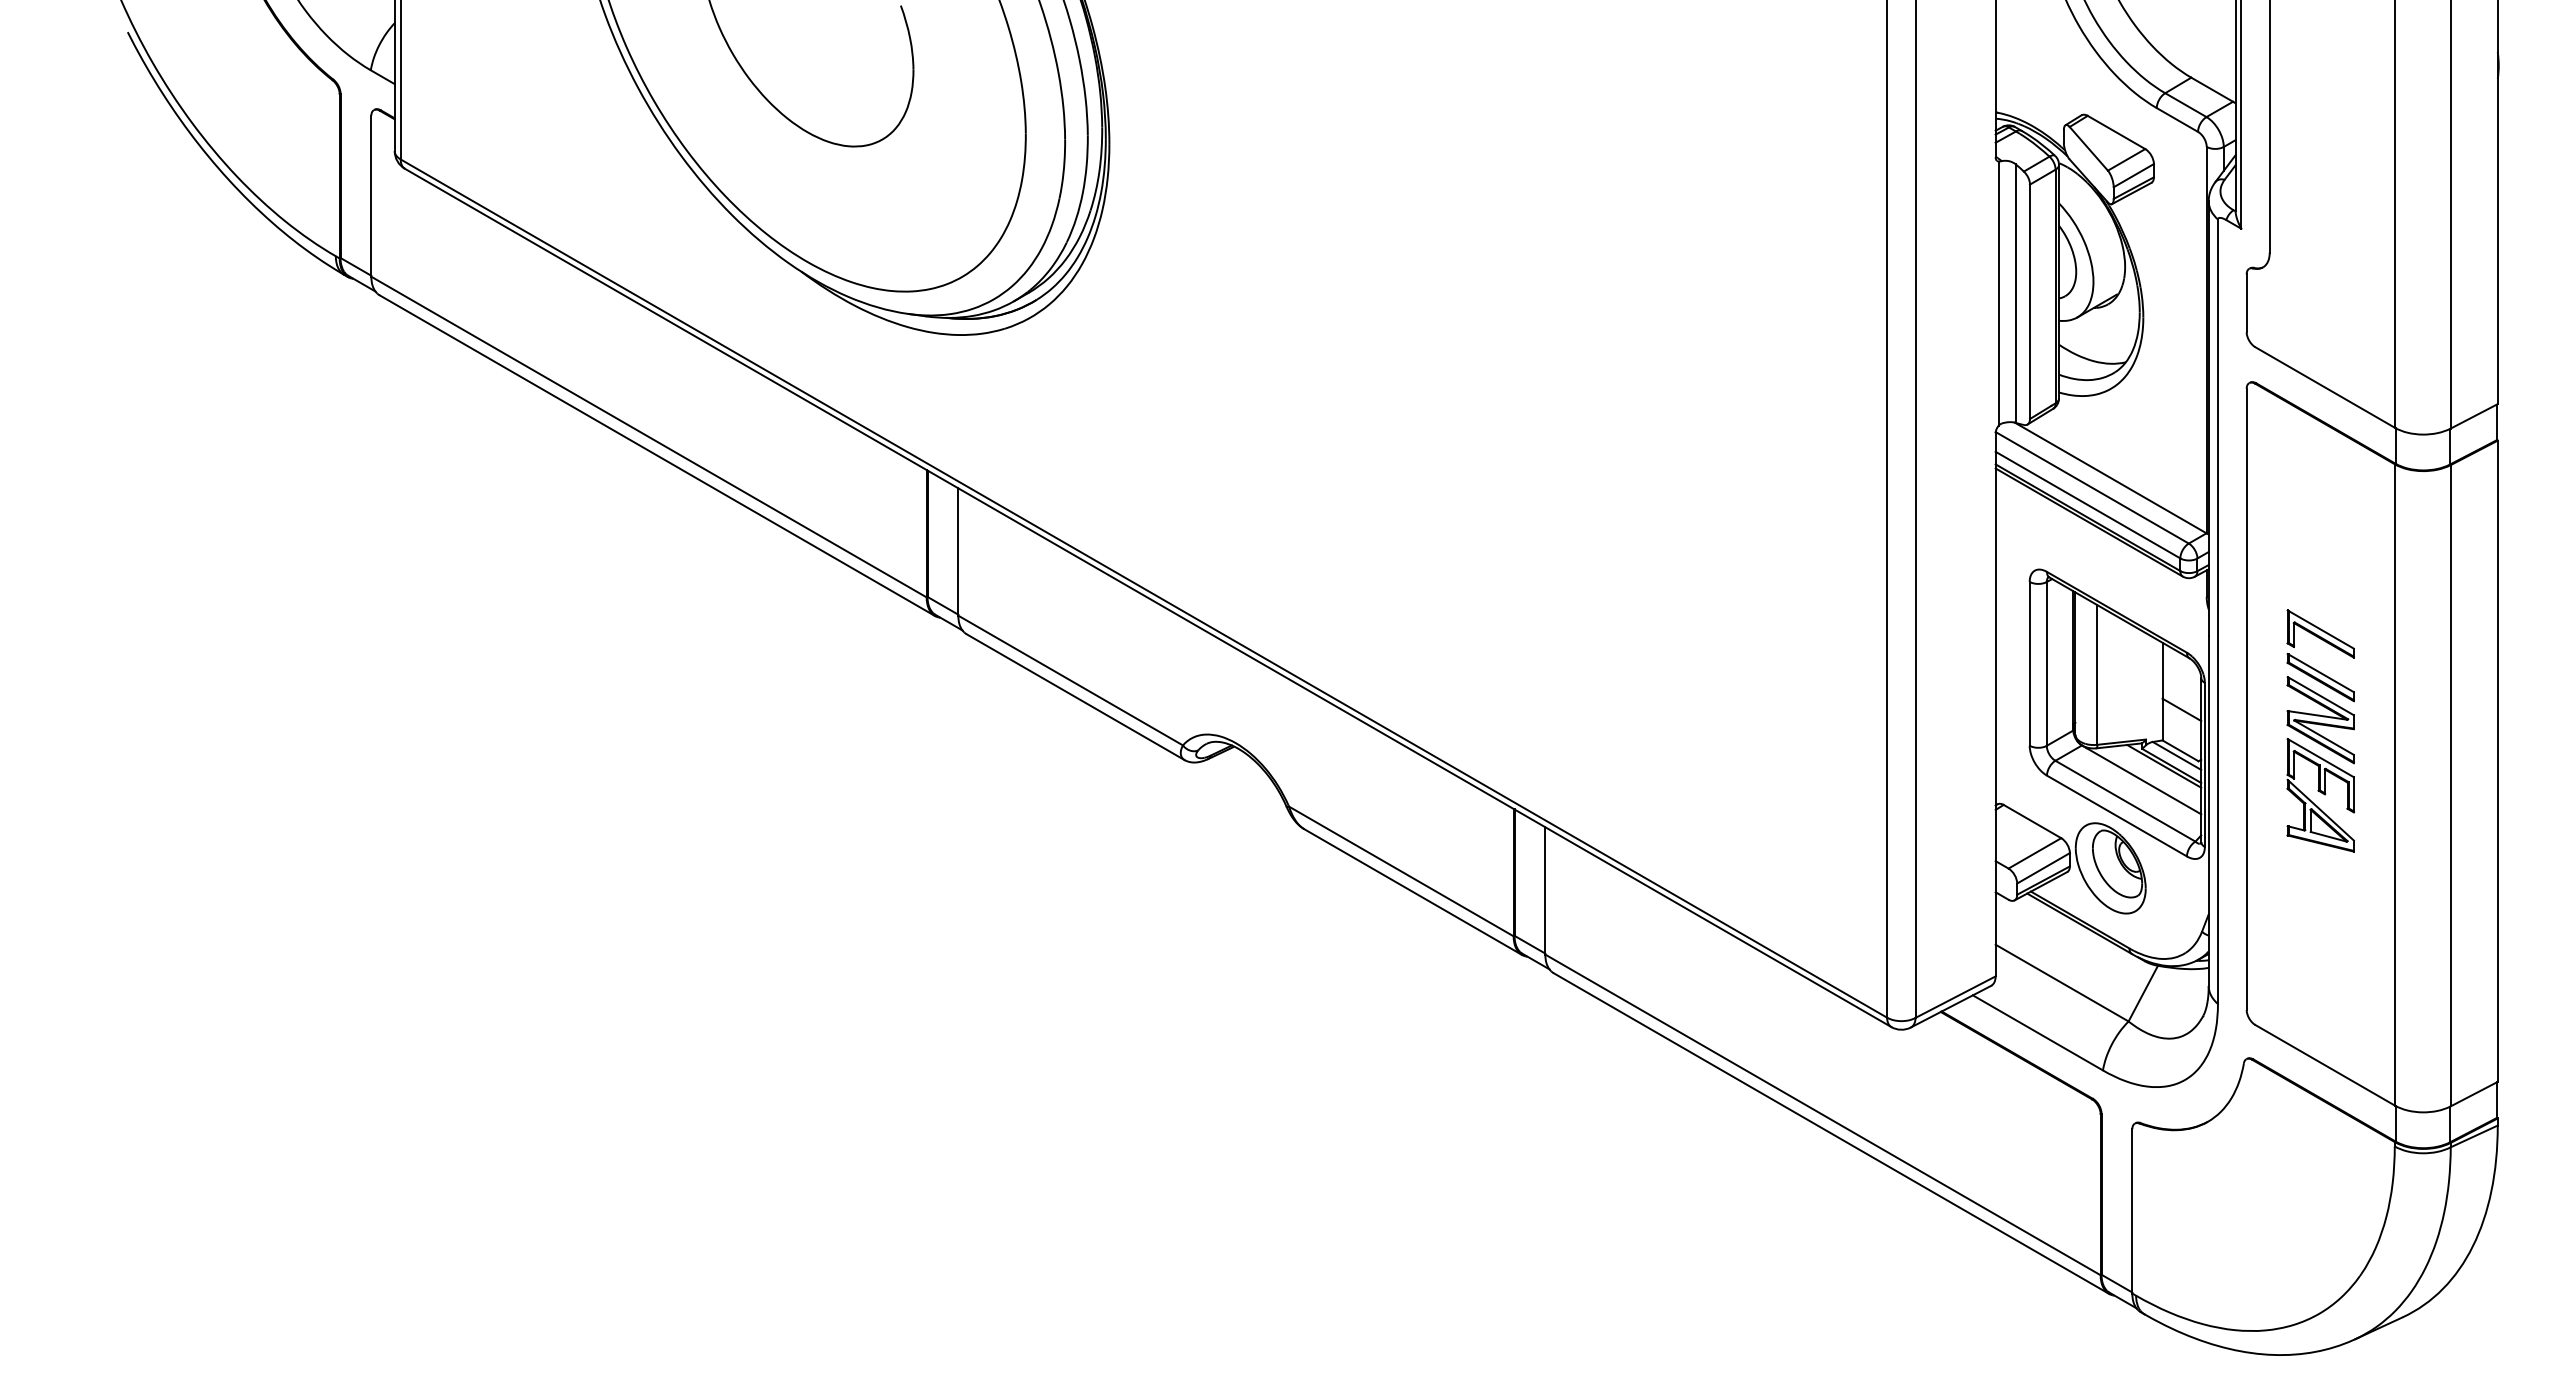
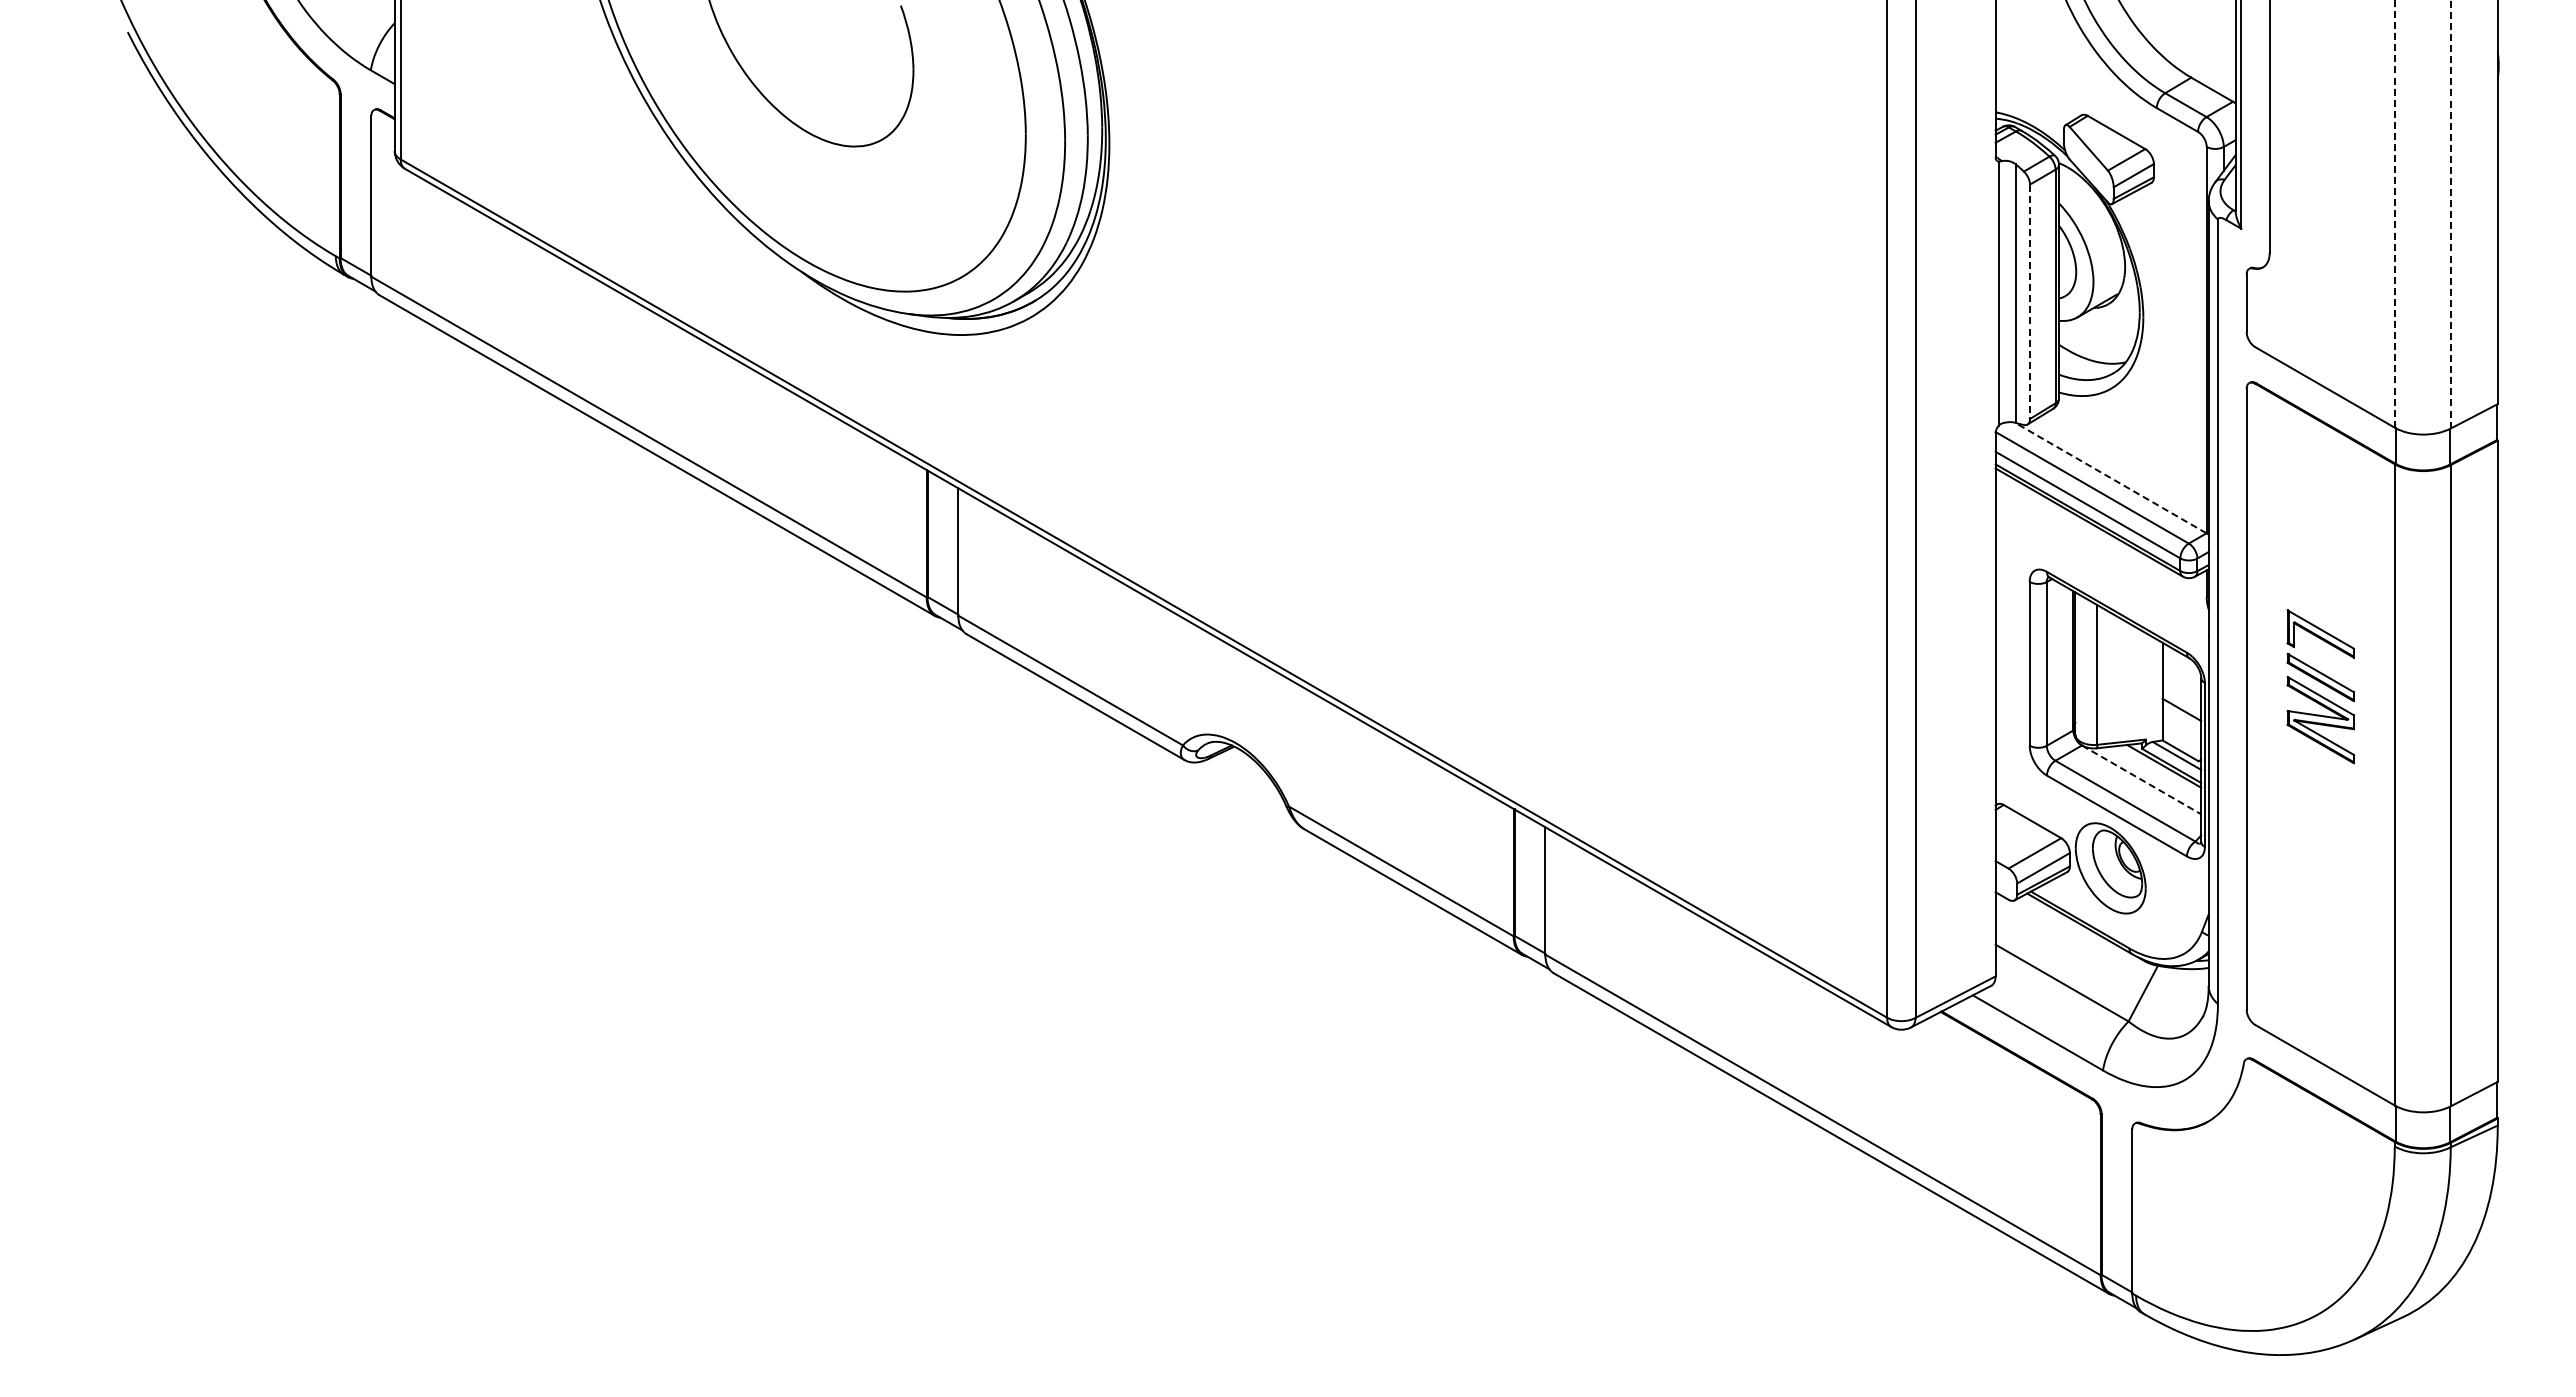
line at (2394, 213): solid -> dashed
line at (2450, 213): solid -> dashed
line at (2030, 302): solid -> dashed
line at (2110, 477): solid -> dashed
line at (2141, 779): solid -> dashed
part at (2320, 795): present -> none
